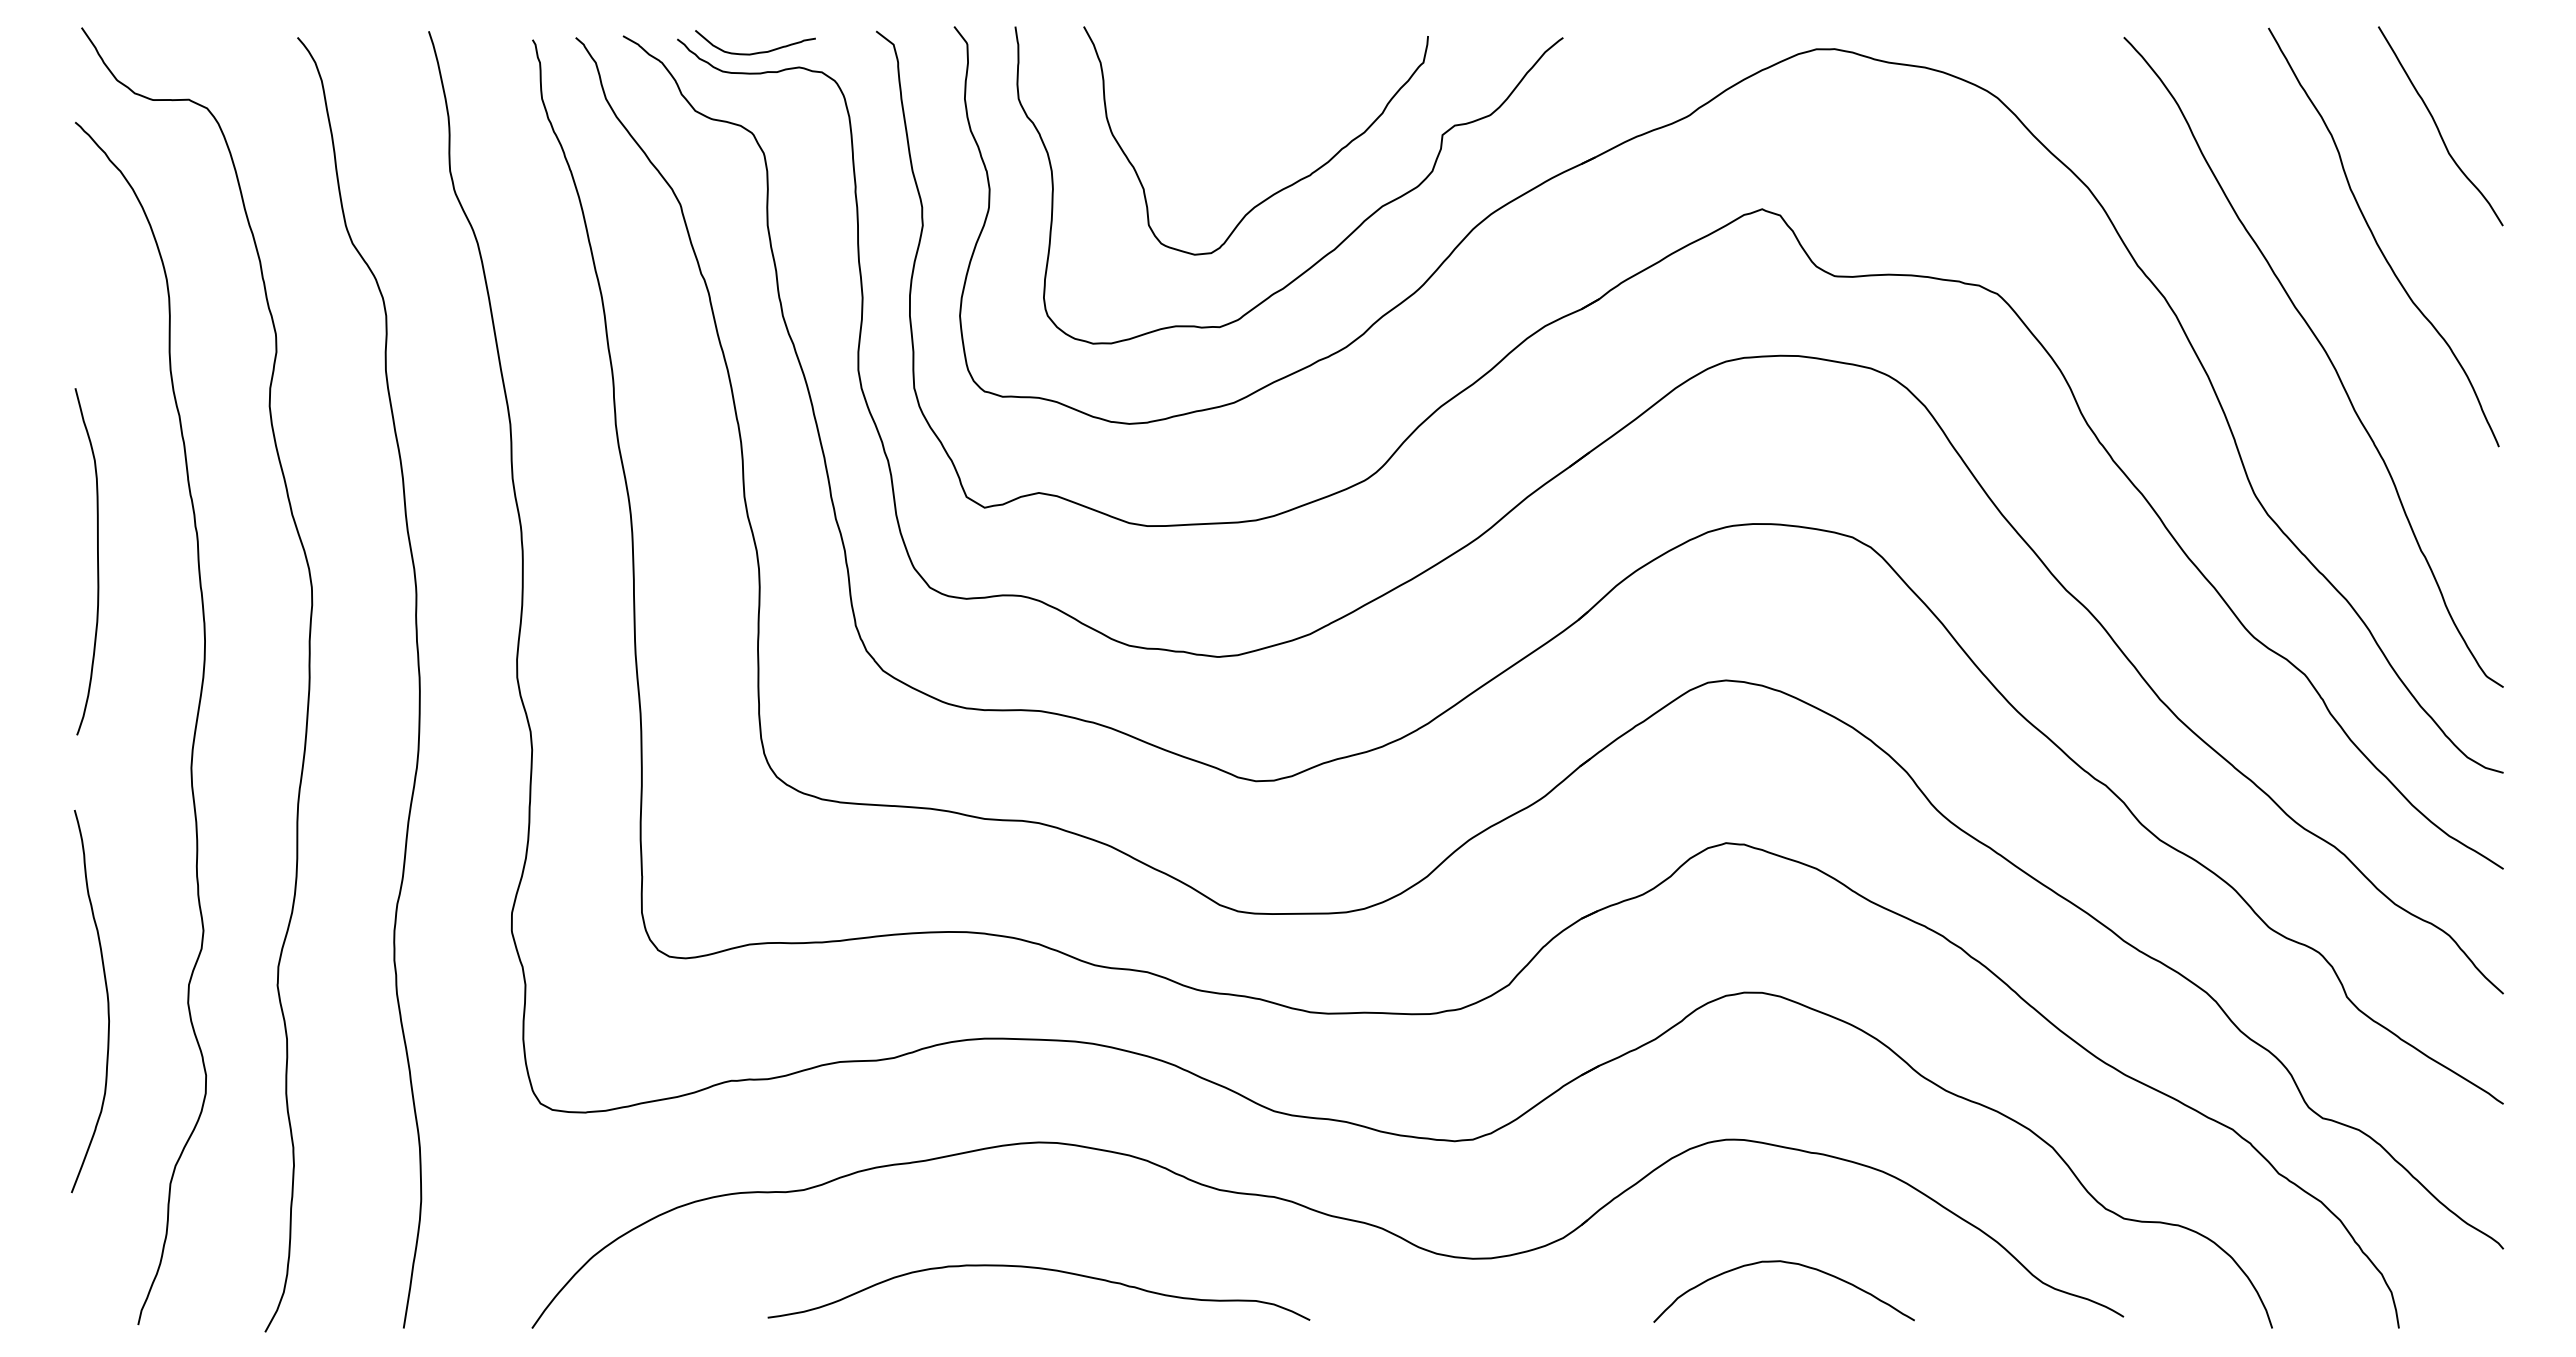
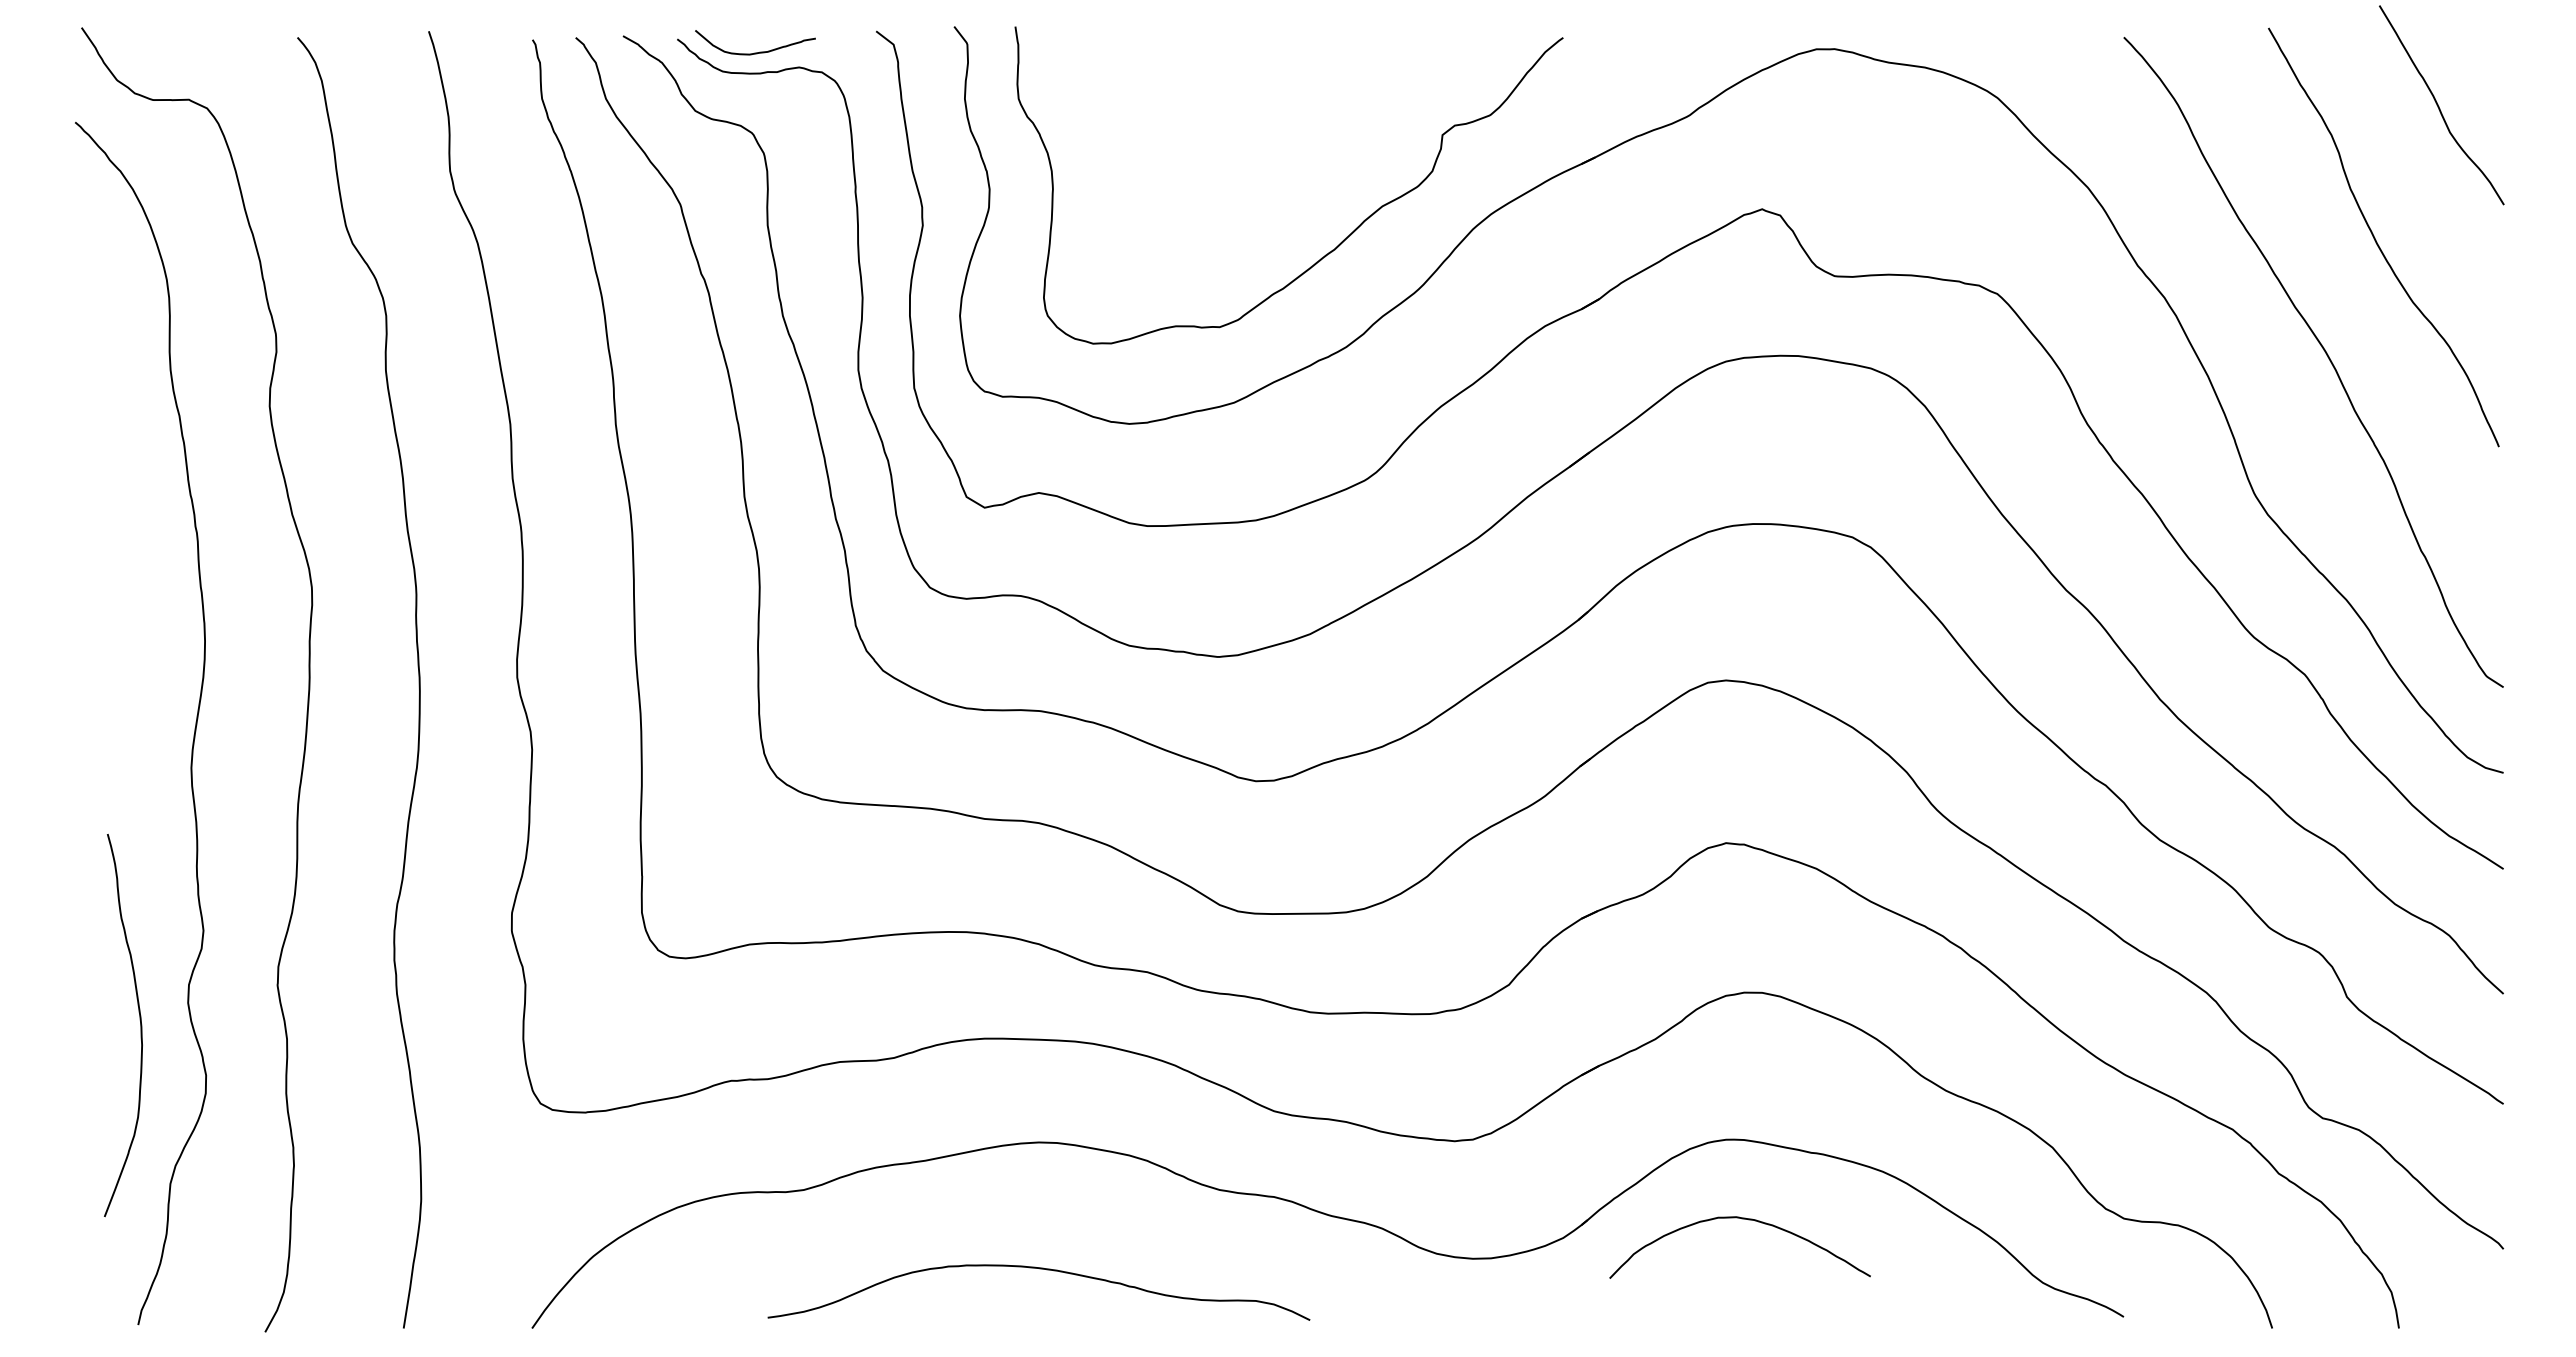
curve at (2438, 127) position: (2438, 127) -> (2439, 106)
curve at (1280, 189): present -> none
curve at (97, 561): present -> none
curve at (106, 996) position: (106, 996) -> (139, 1020)
curve at (1785, 1263) position: (1785, 1263) -> (1741, 1219)
